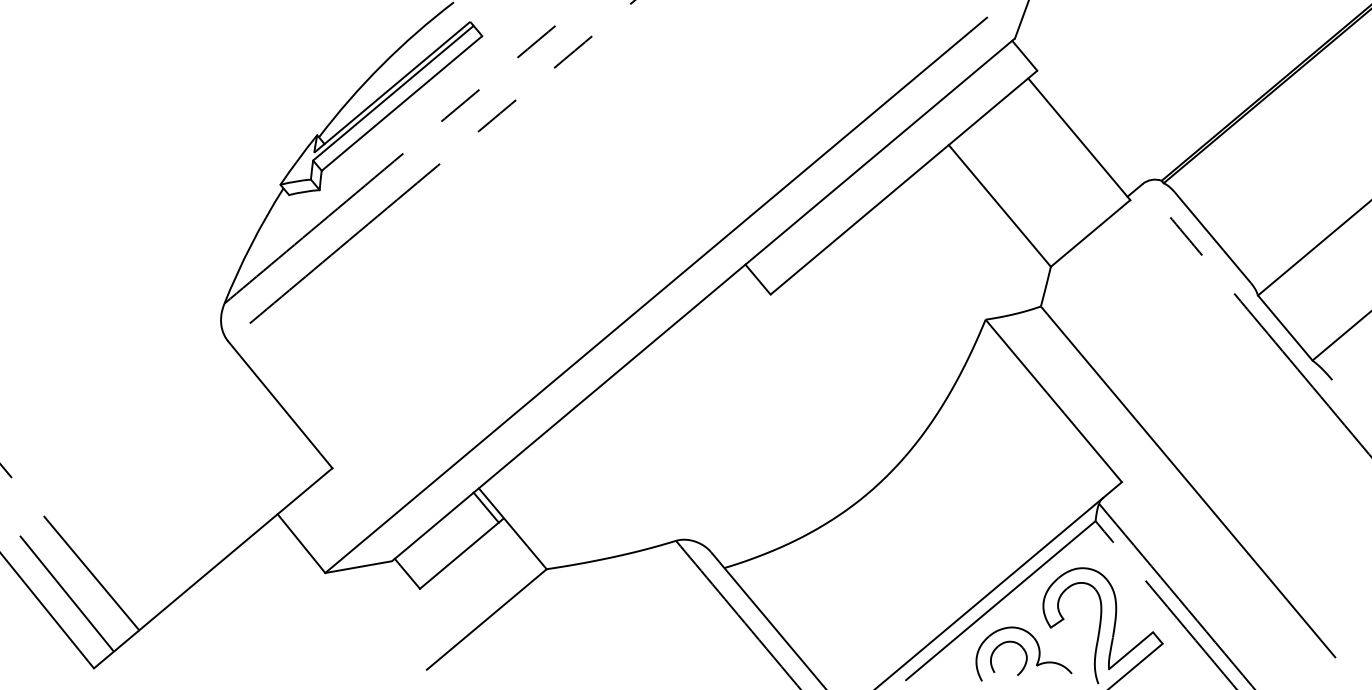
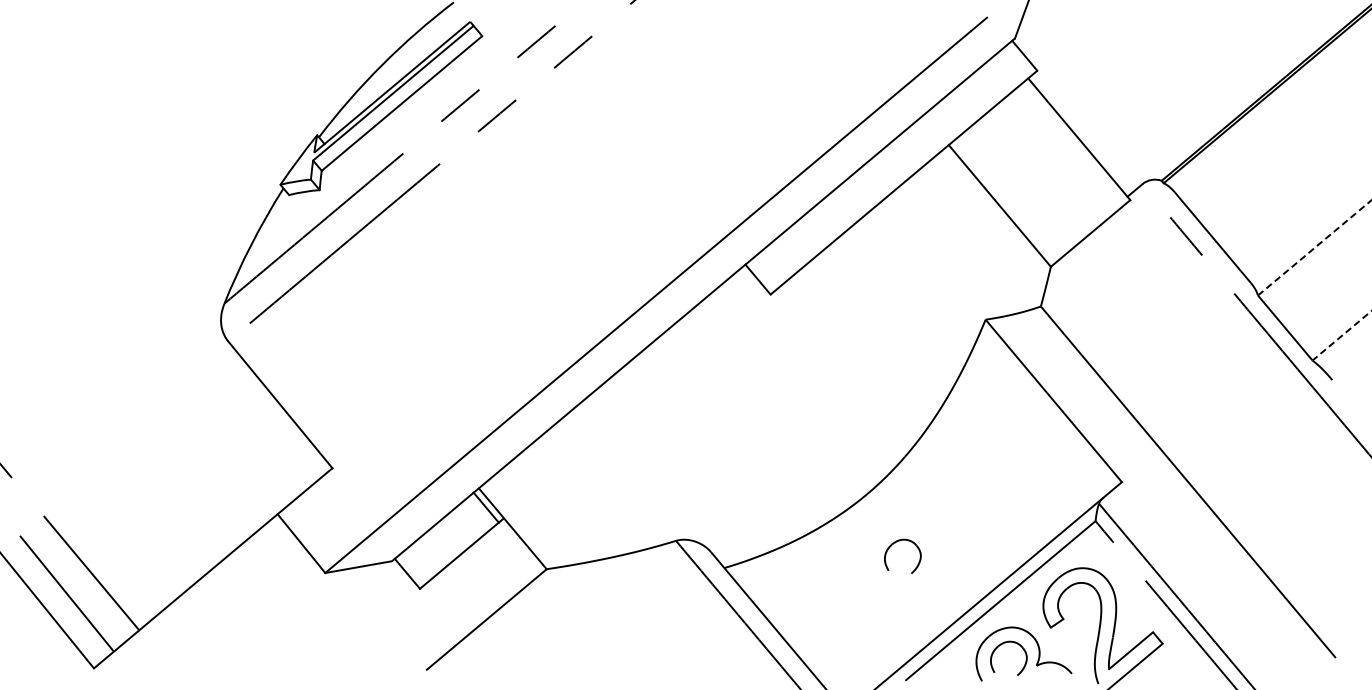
line at (1315, 247): solid -> dashed
line at (1341, 336): solid -> dashed
part at (895, 543): none -> present
